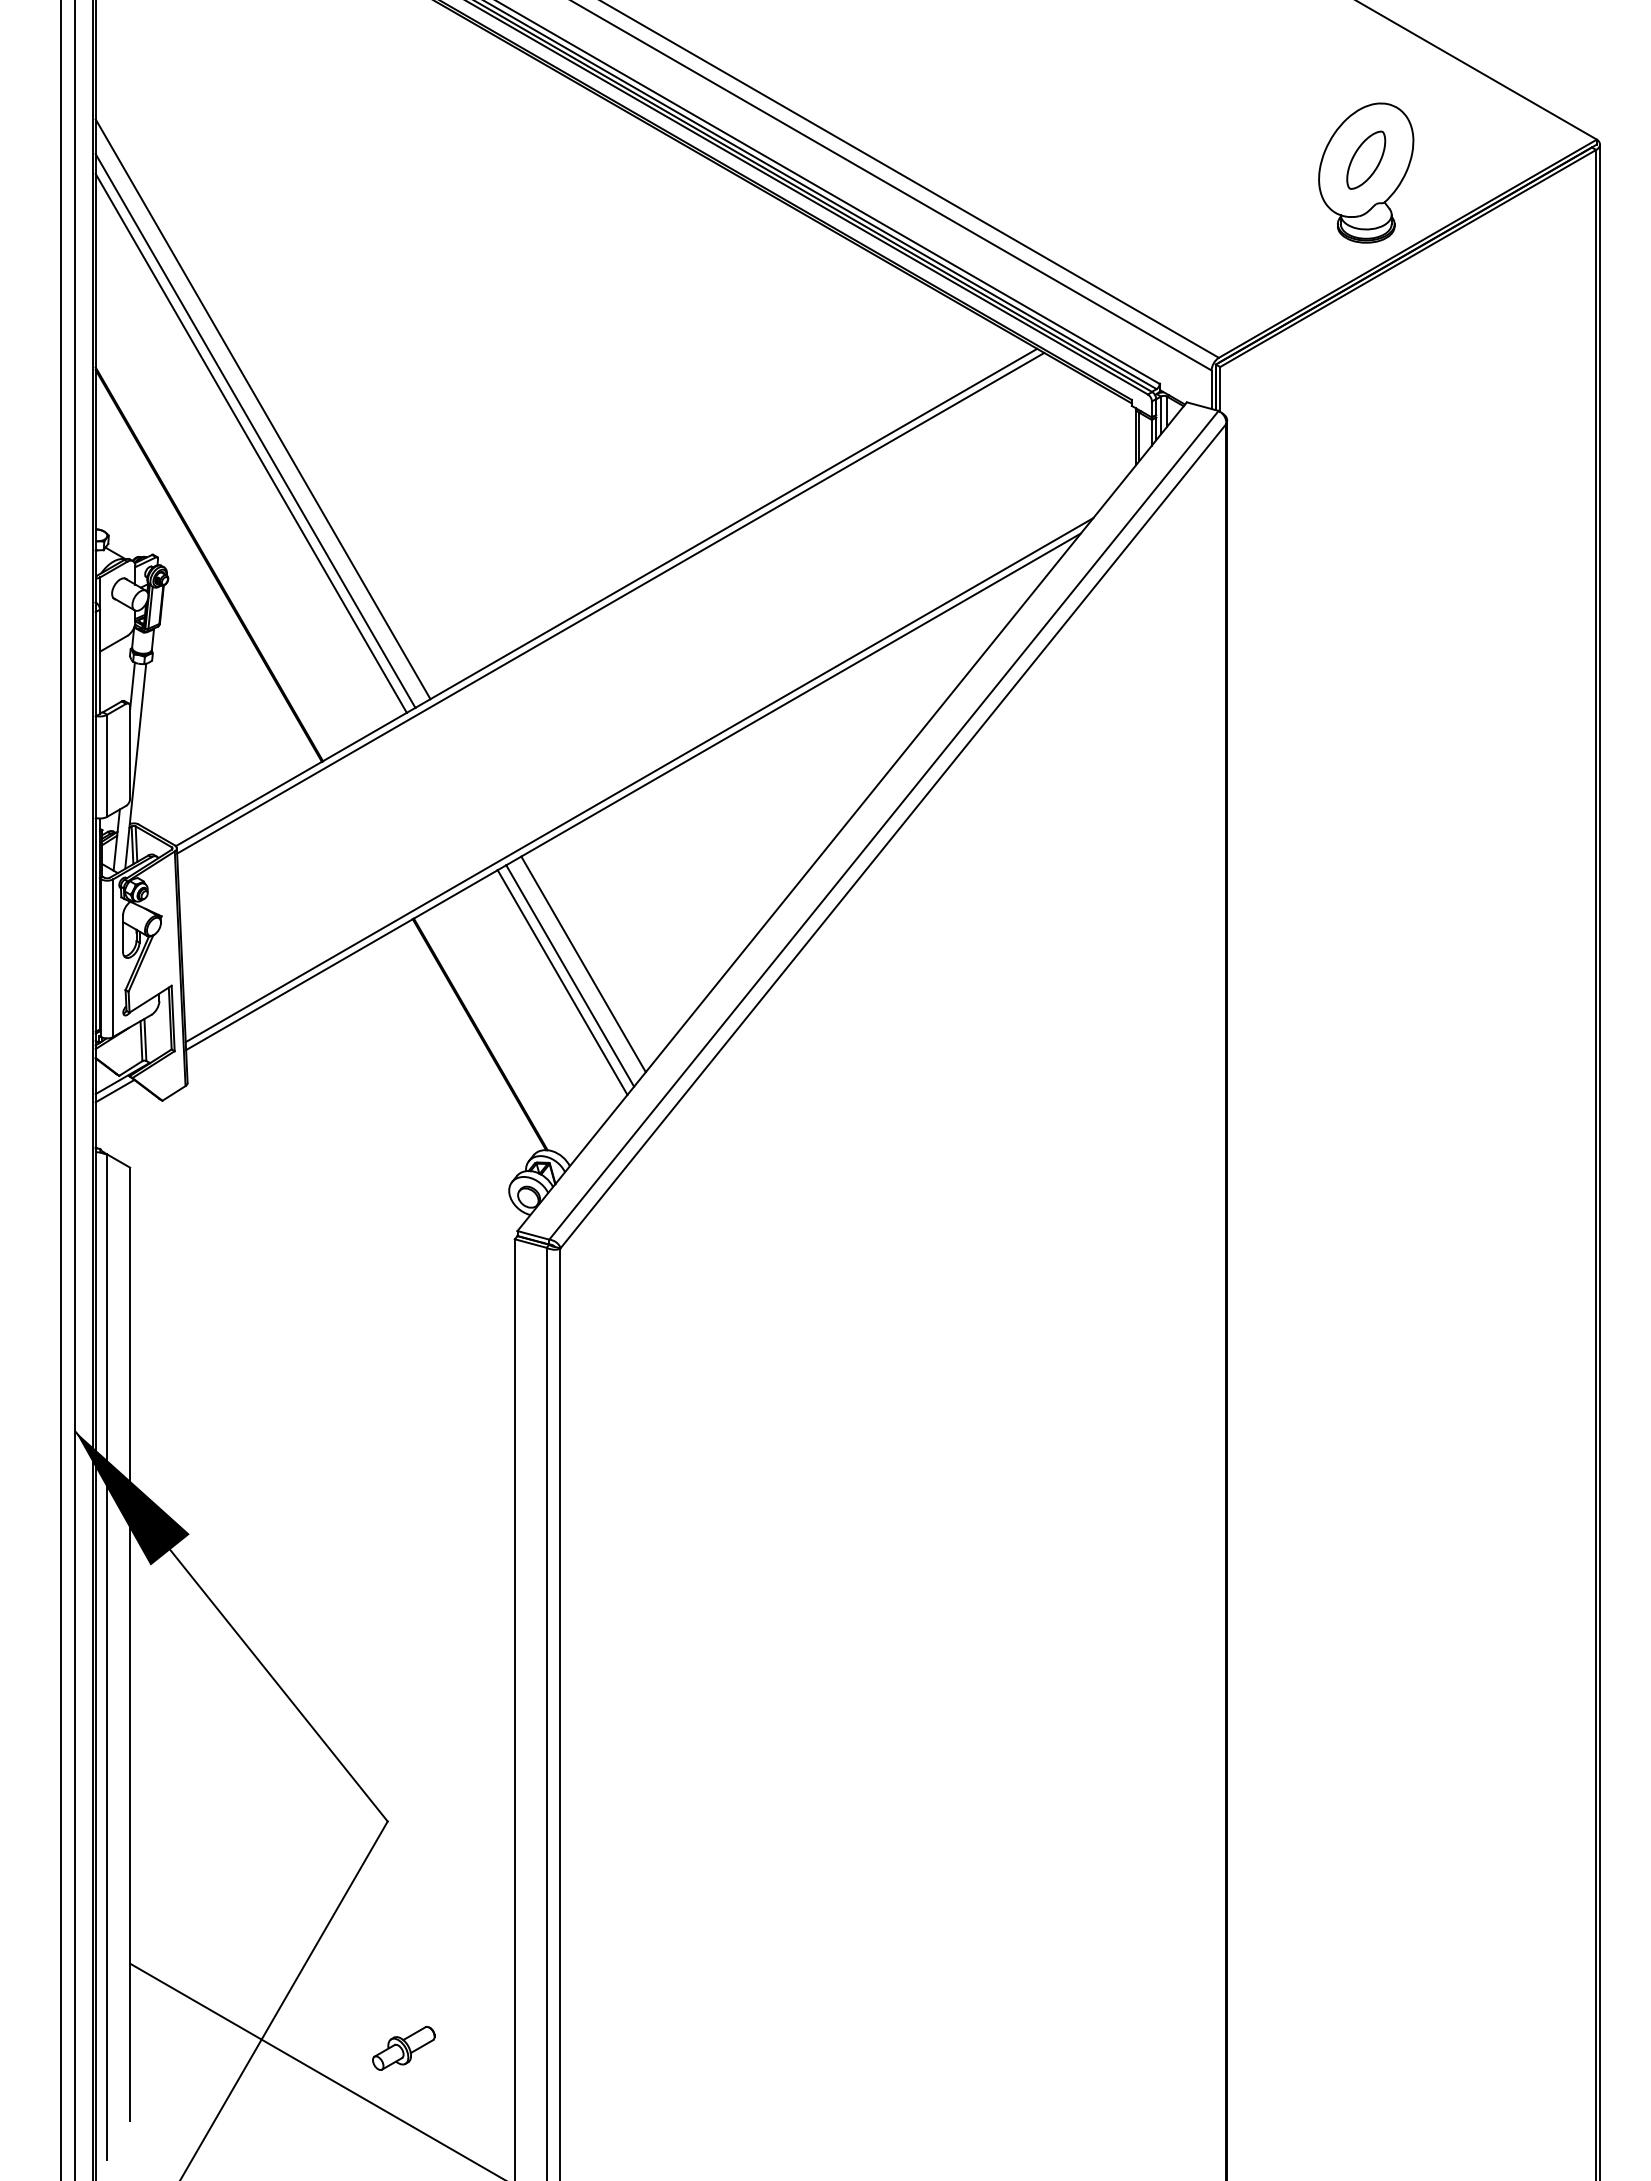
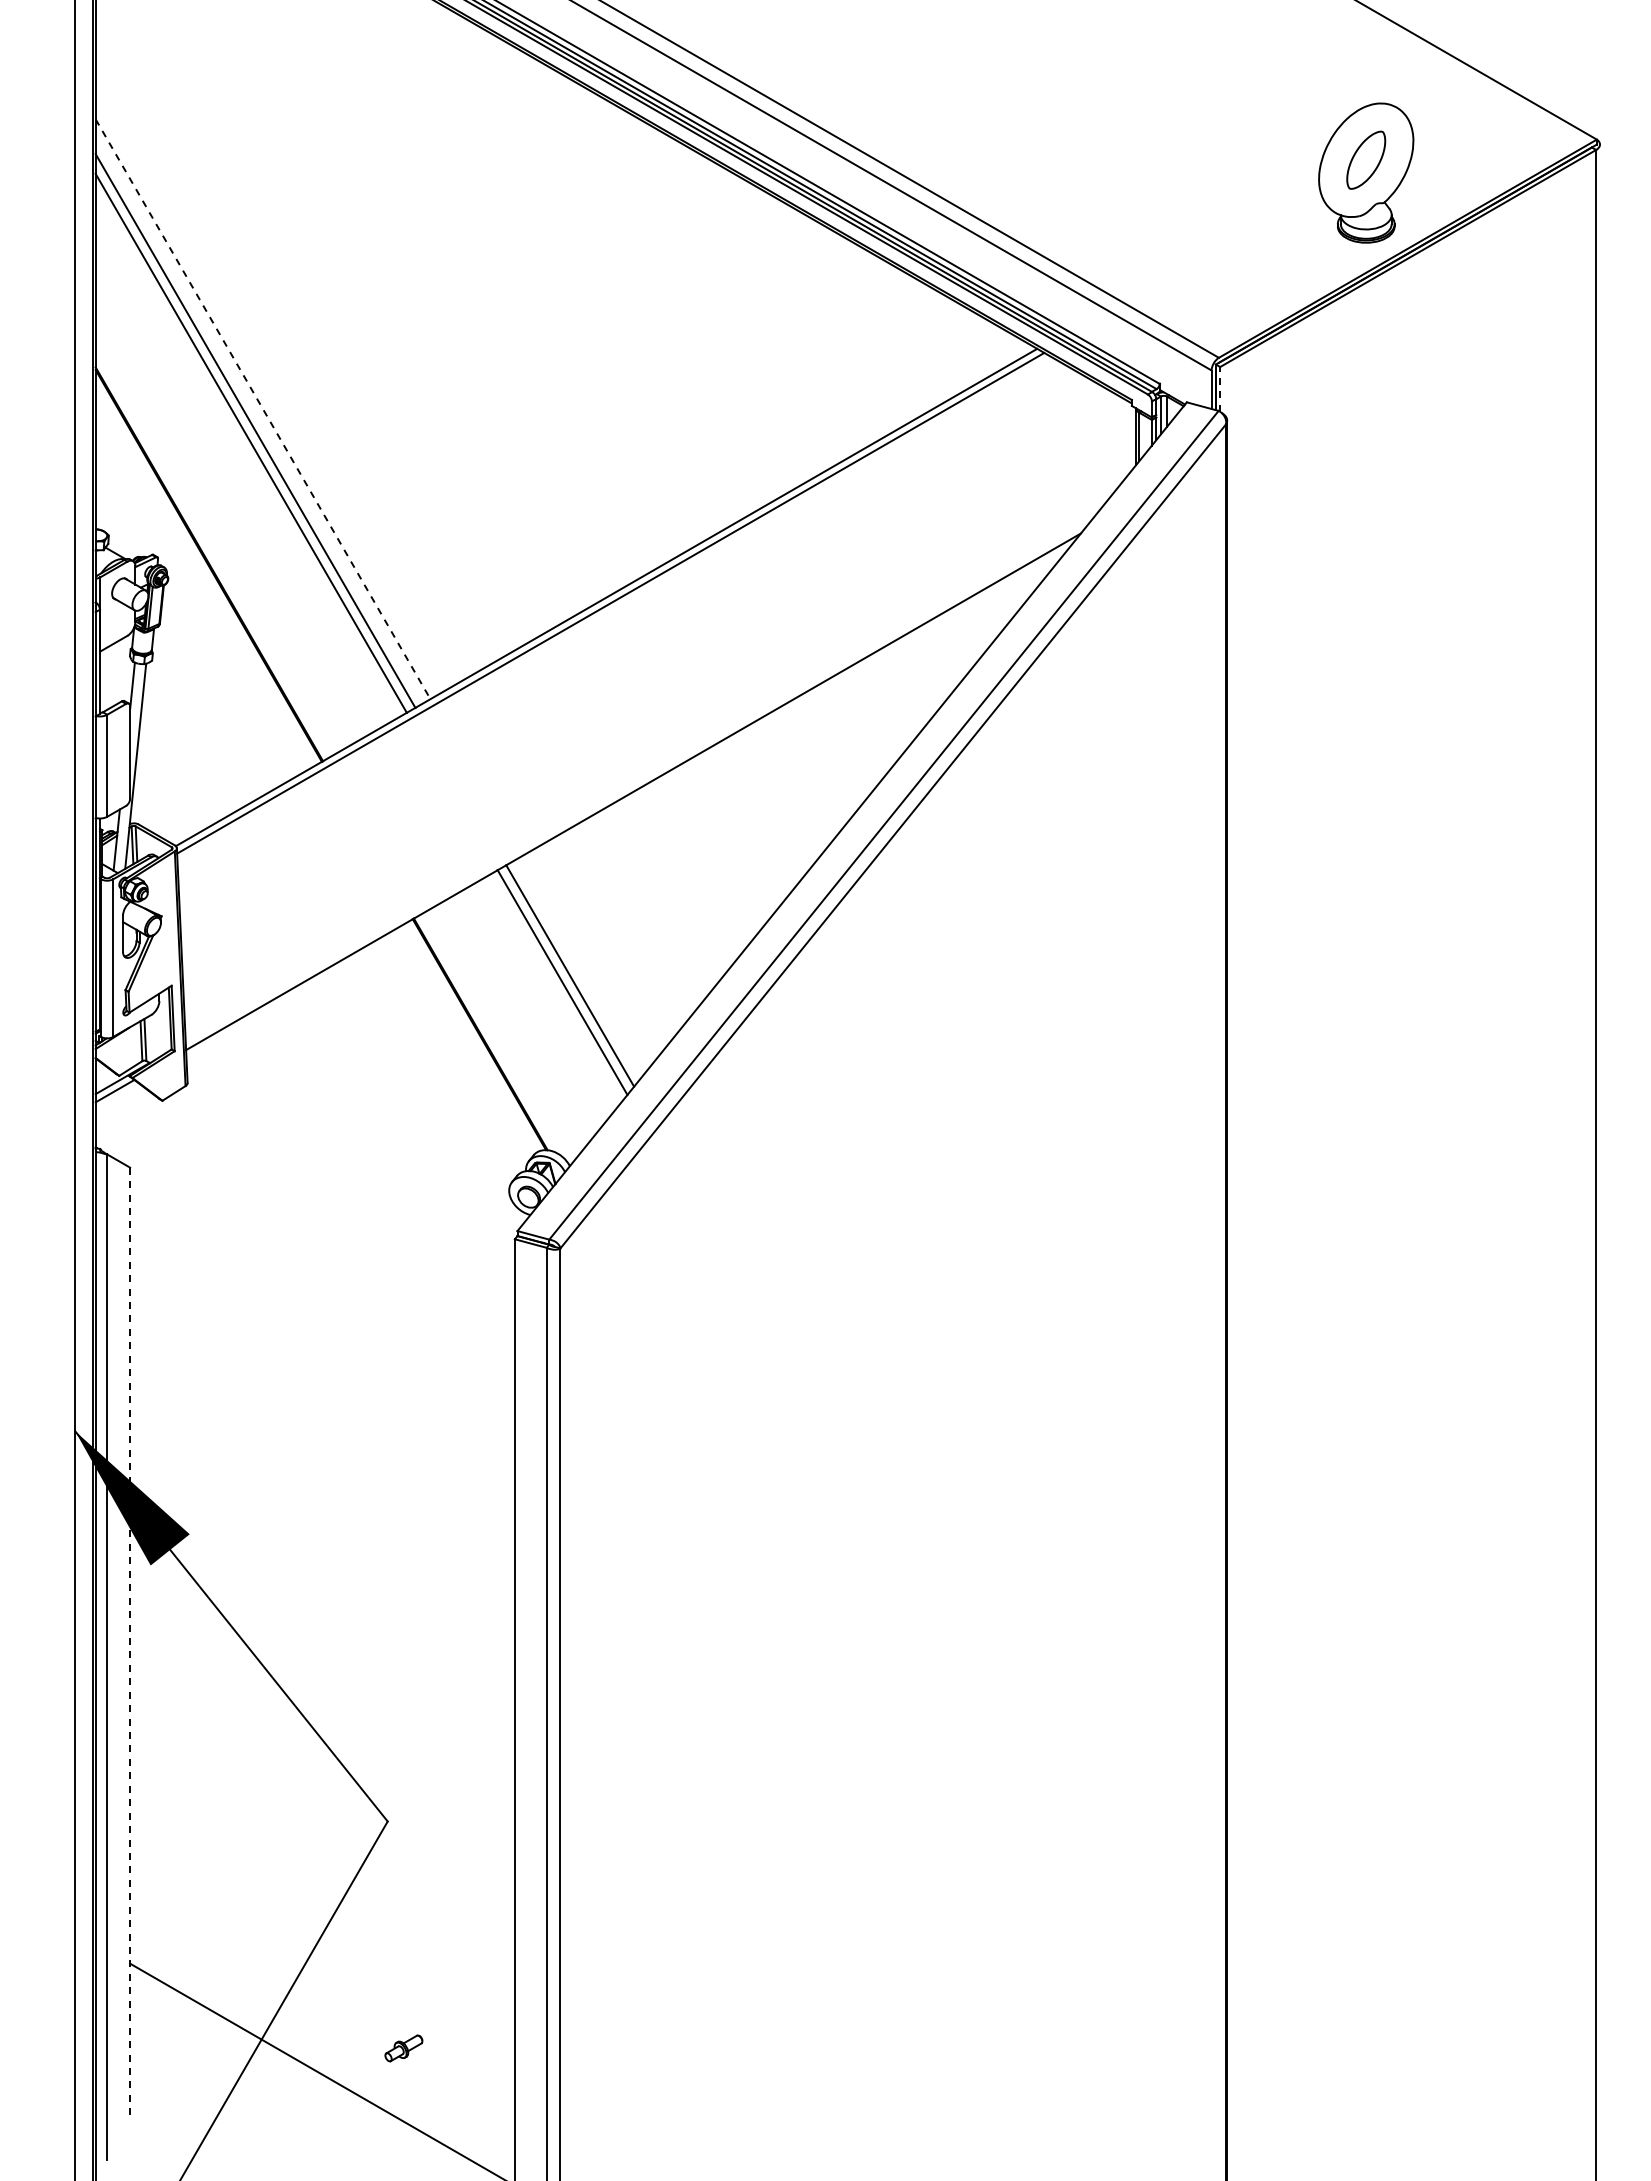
line at (1220, 388): solid -> dashed
line at (263, 409): solid -> dashed
line at (639, 780): present -> none
line at (583, 964): present -> none
line at (60, 1089): present -> none
line at (1600, 1160): present -> none
line at (130, 1644): solid -> dashed
part at (403, 2048) size: 64x45 px -> 40x29 px
